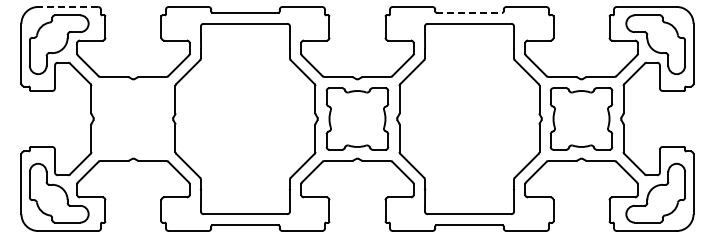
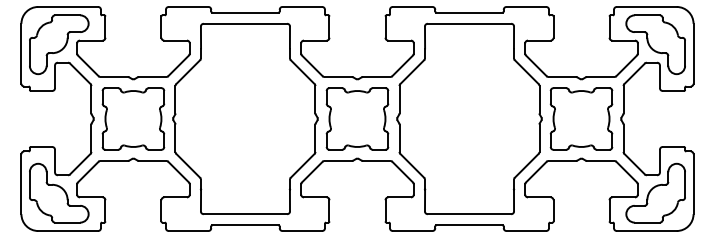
line at (68, 6): dashed -> solid
line at (470, 12): dashed -> solid
part at (133, 118): none -> present
